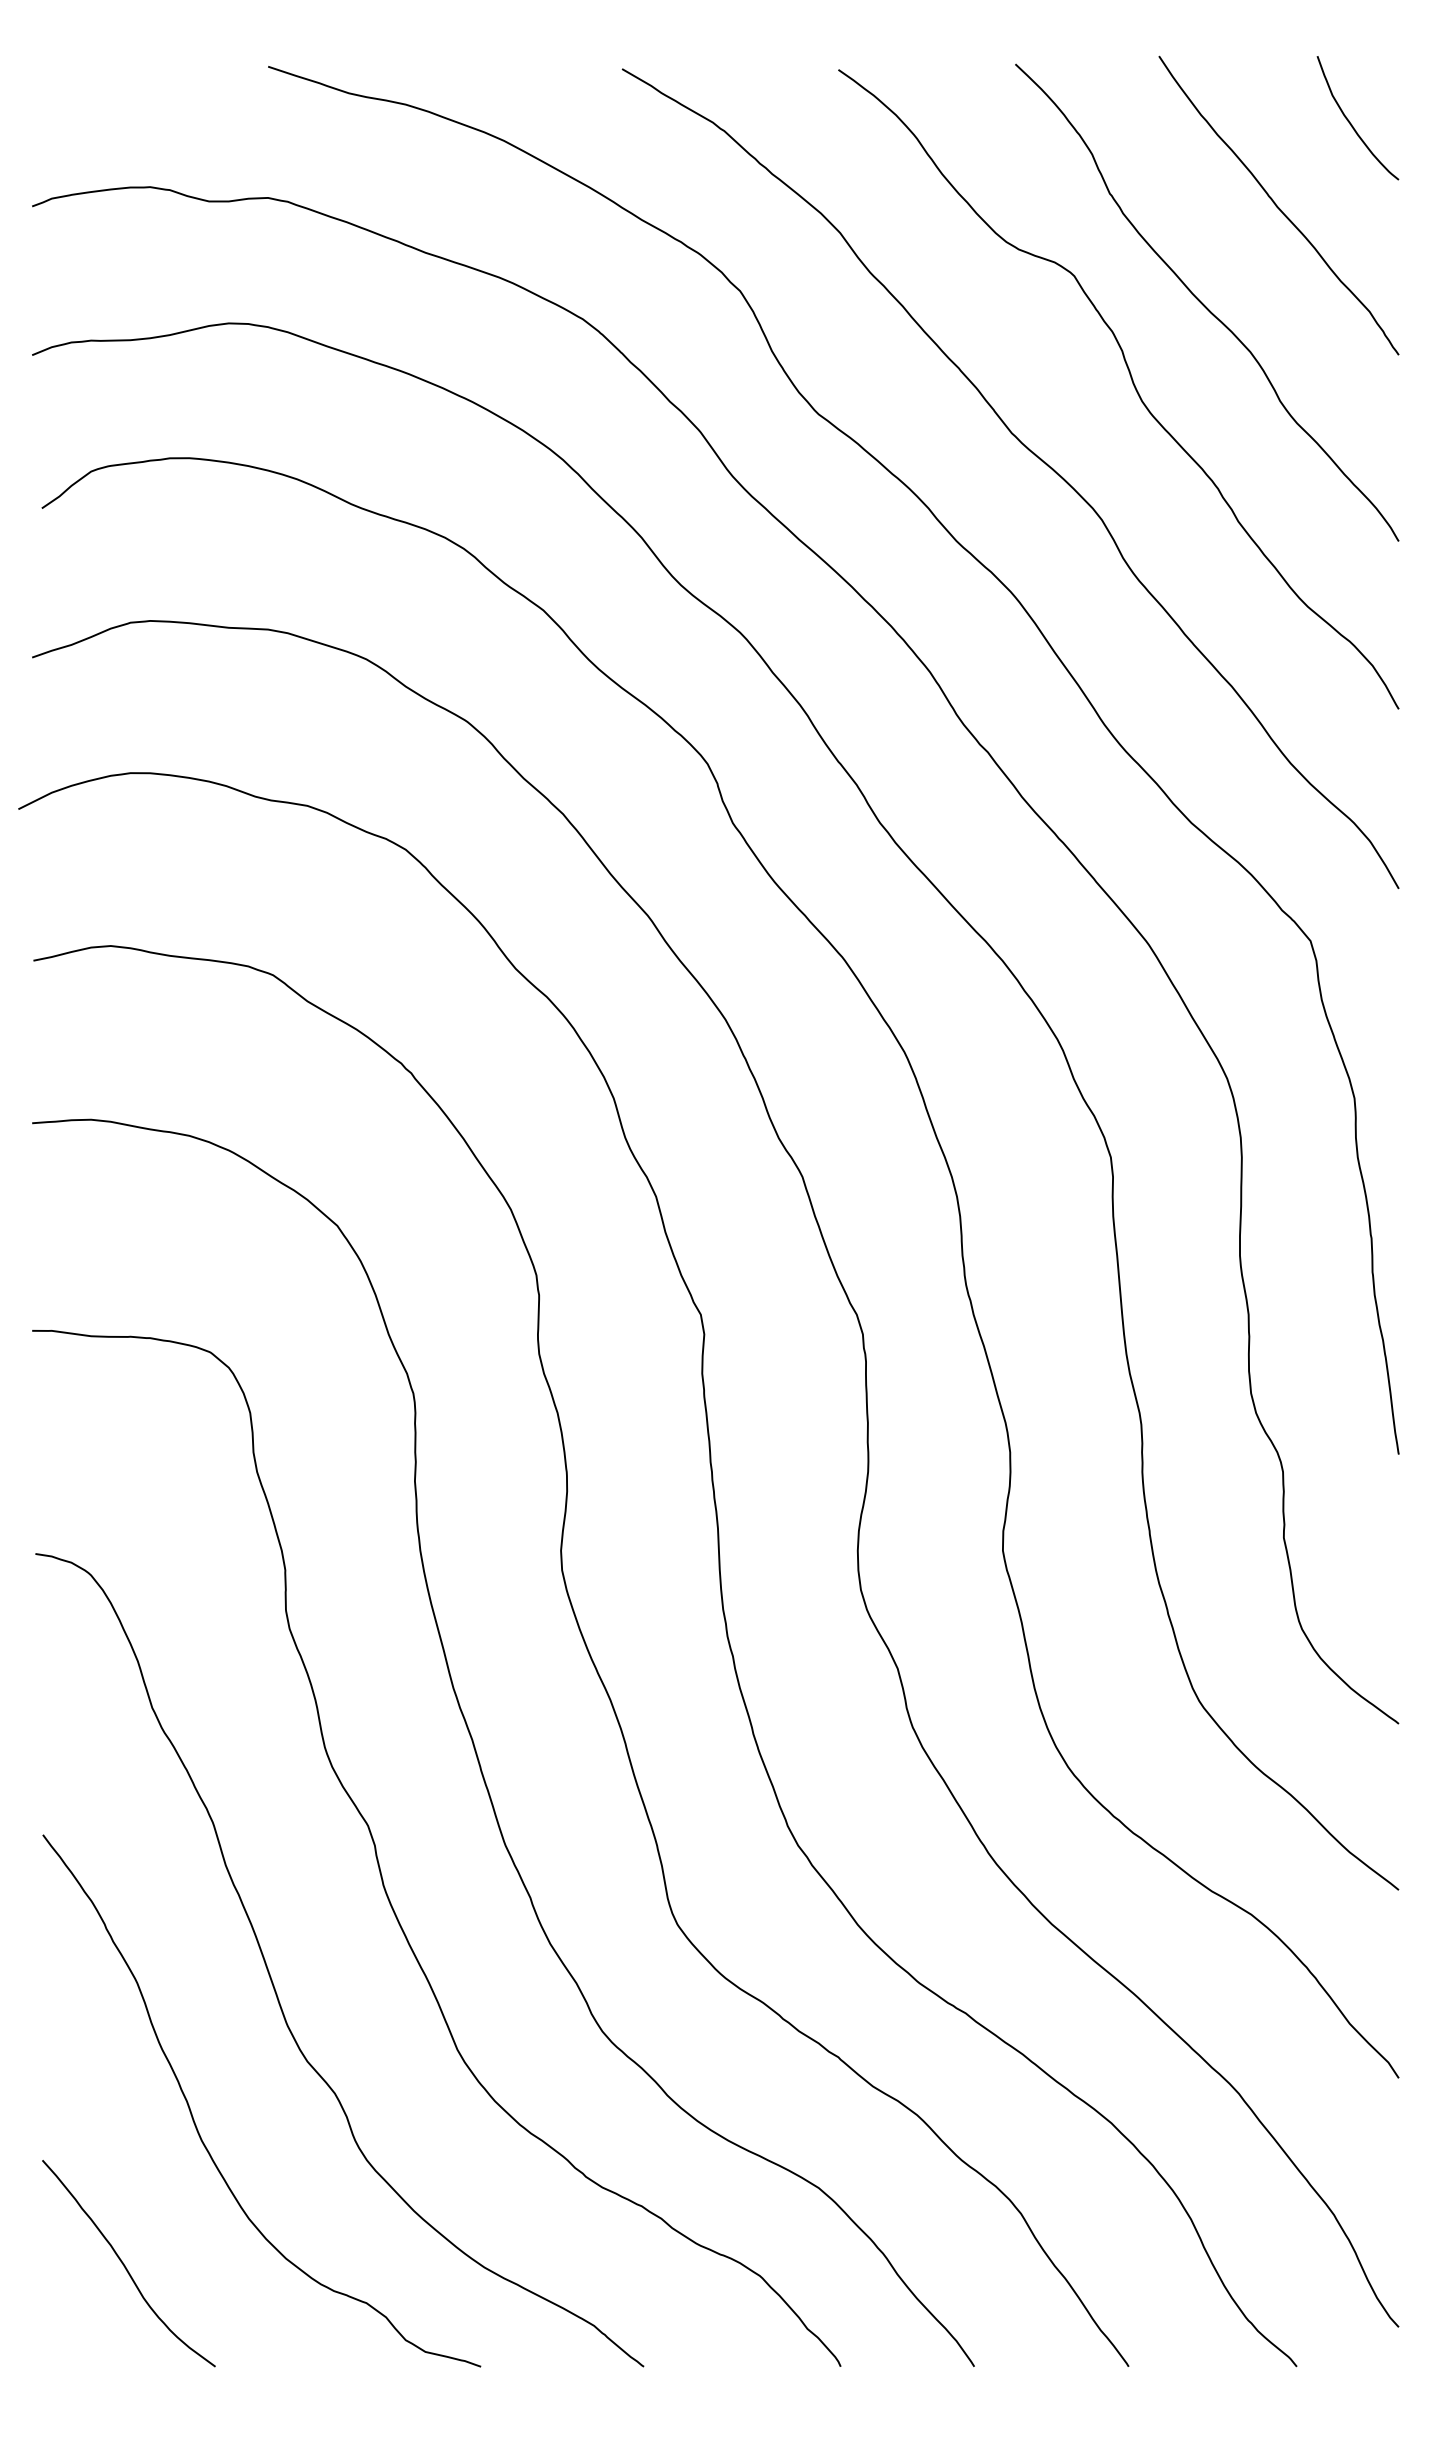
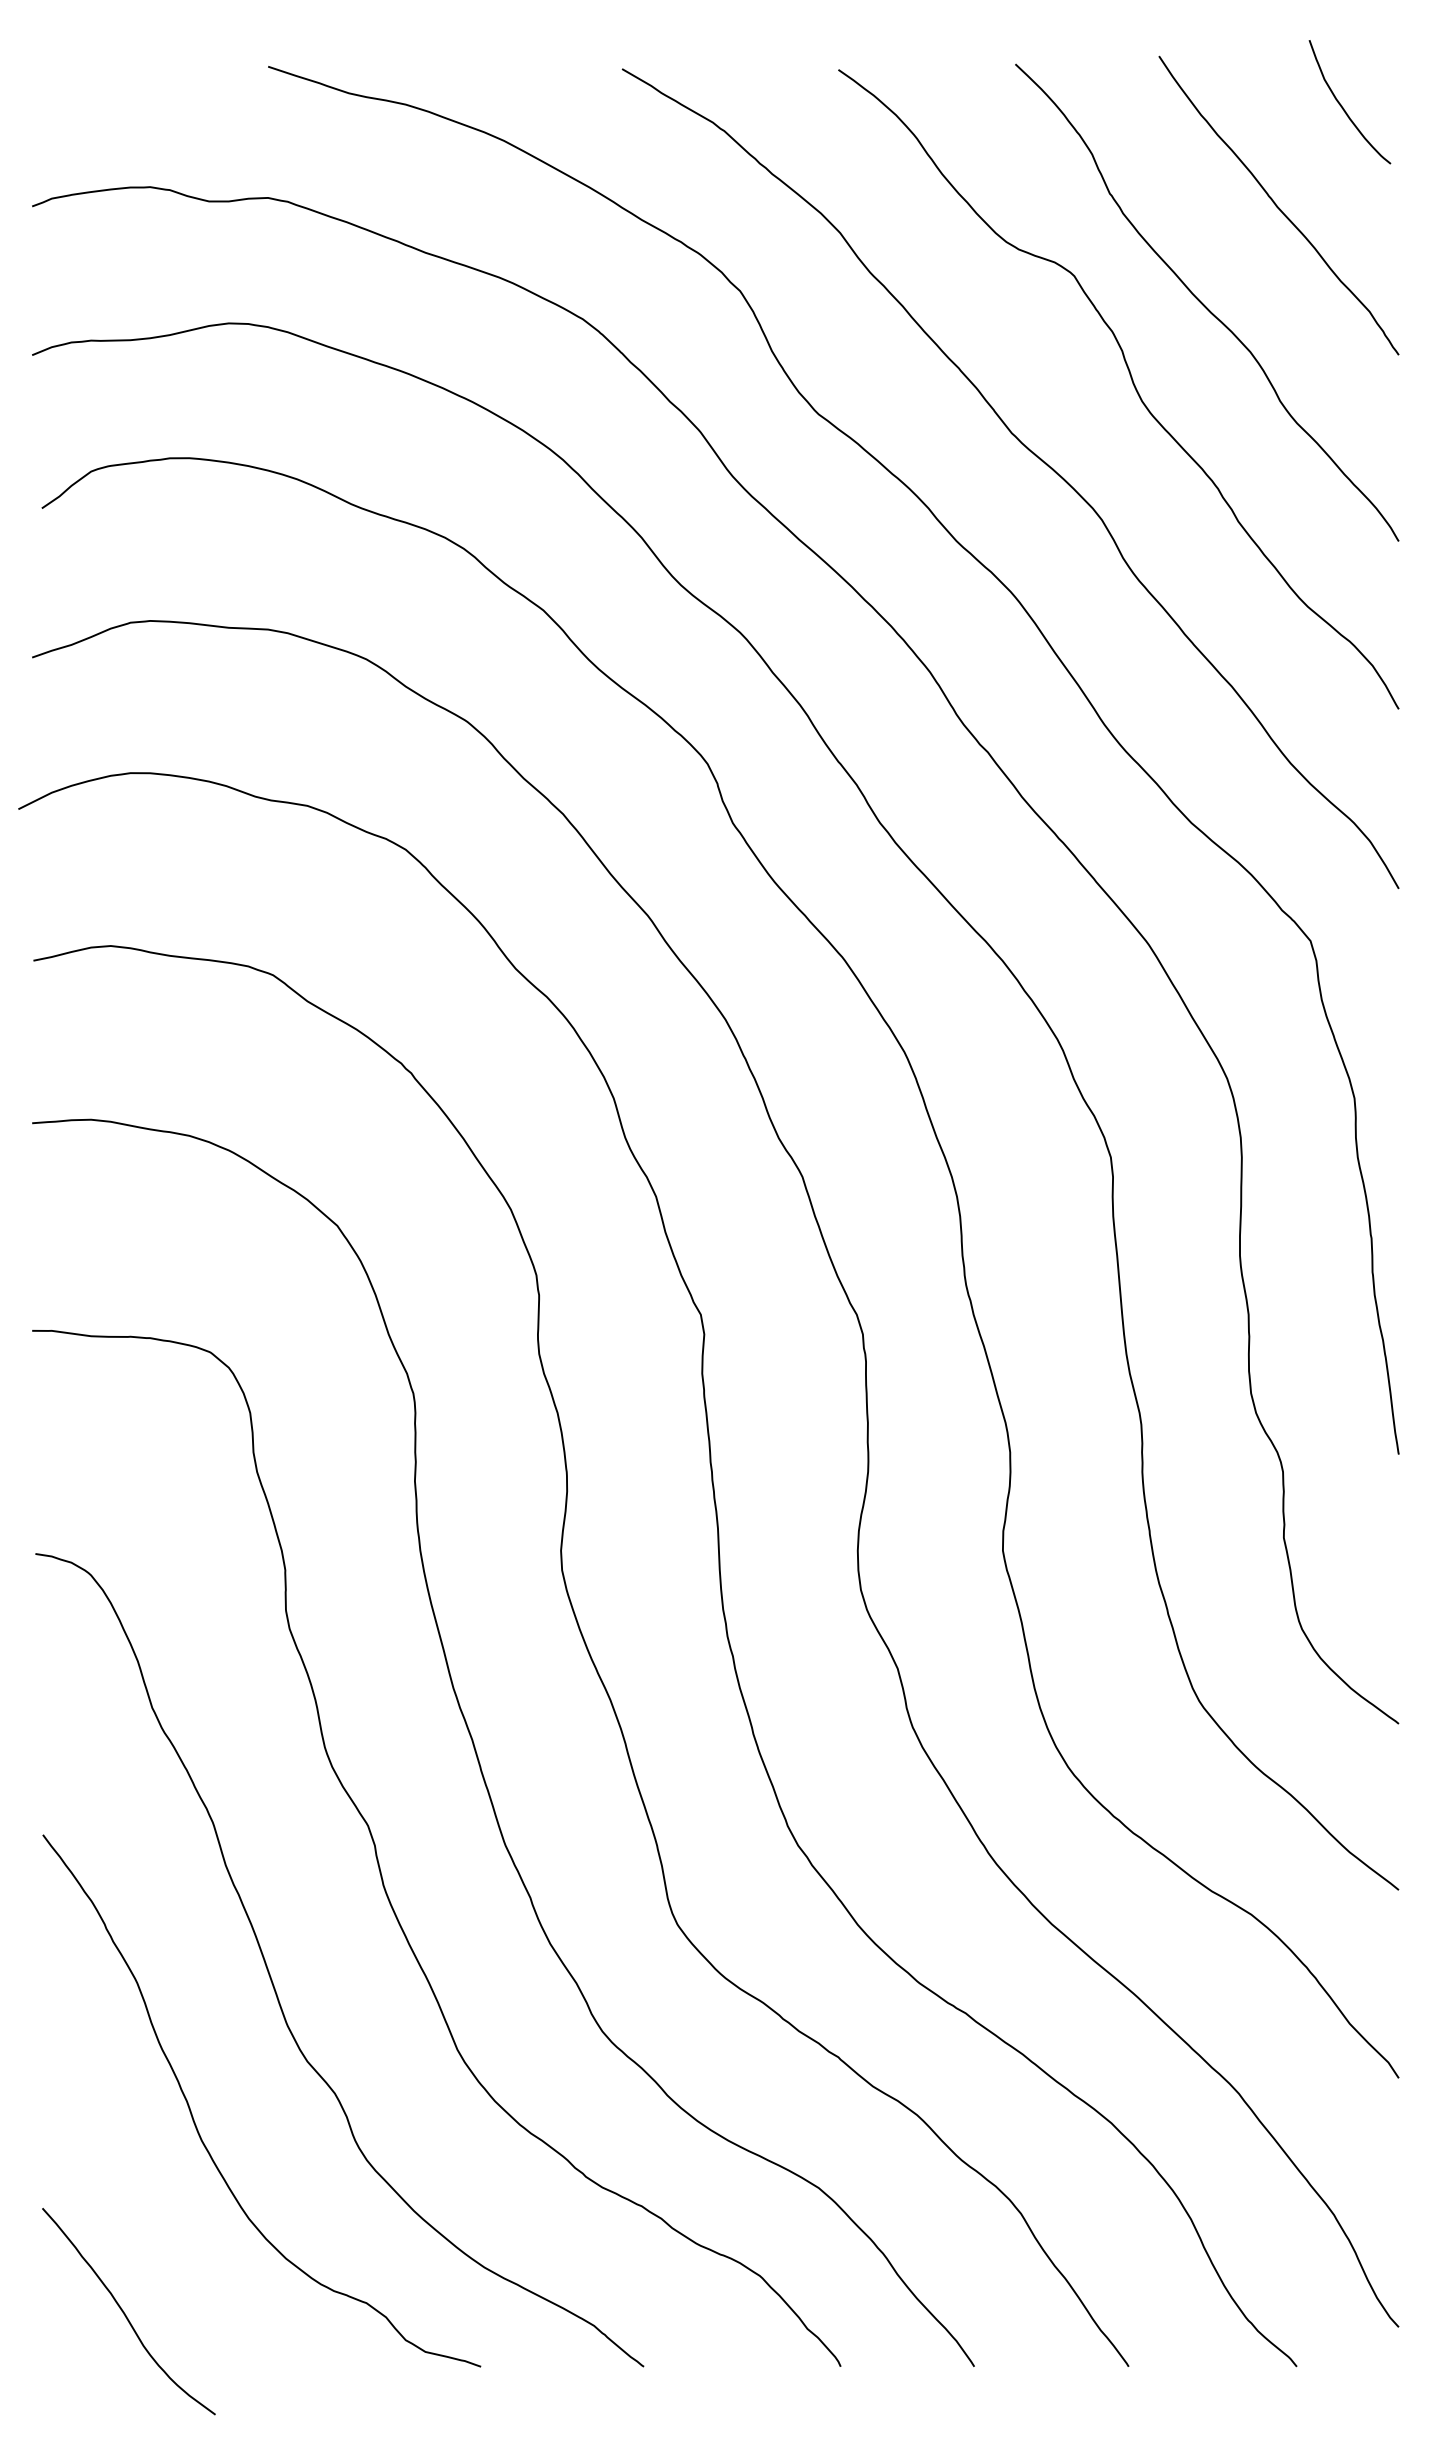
curve at (1351, 123) position: (1351, 123) -> (1343, 107)
curve at (125, 2265) position: (125, 2265) -> (125, 2313)
